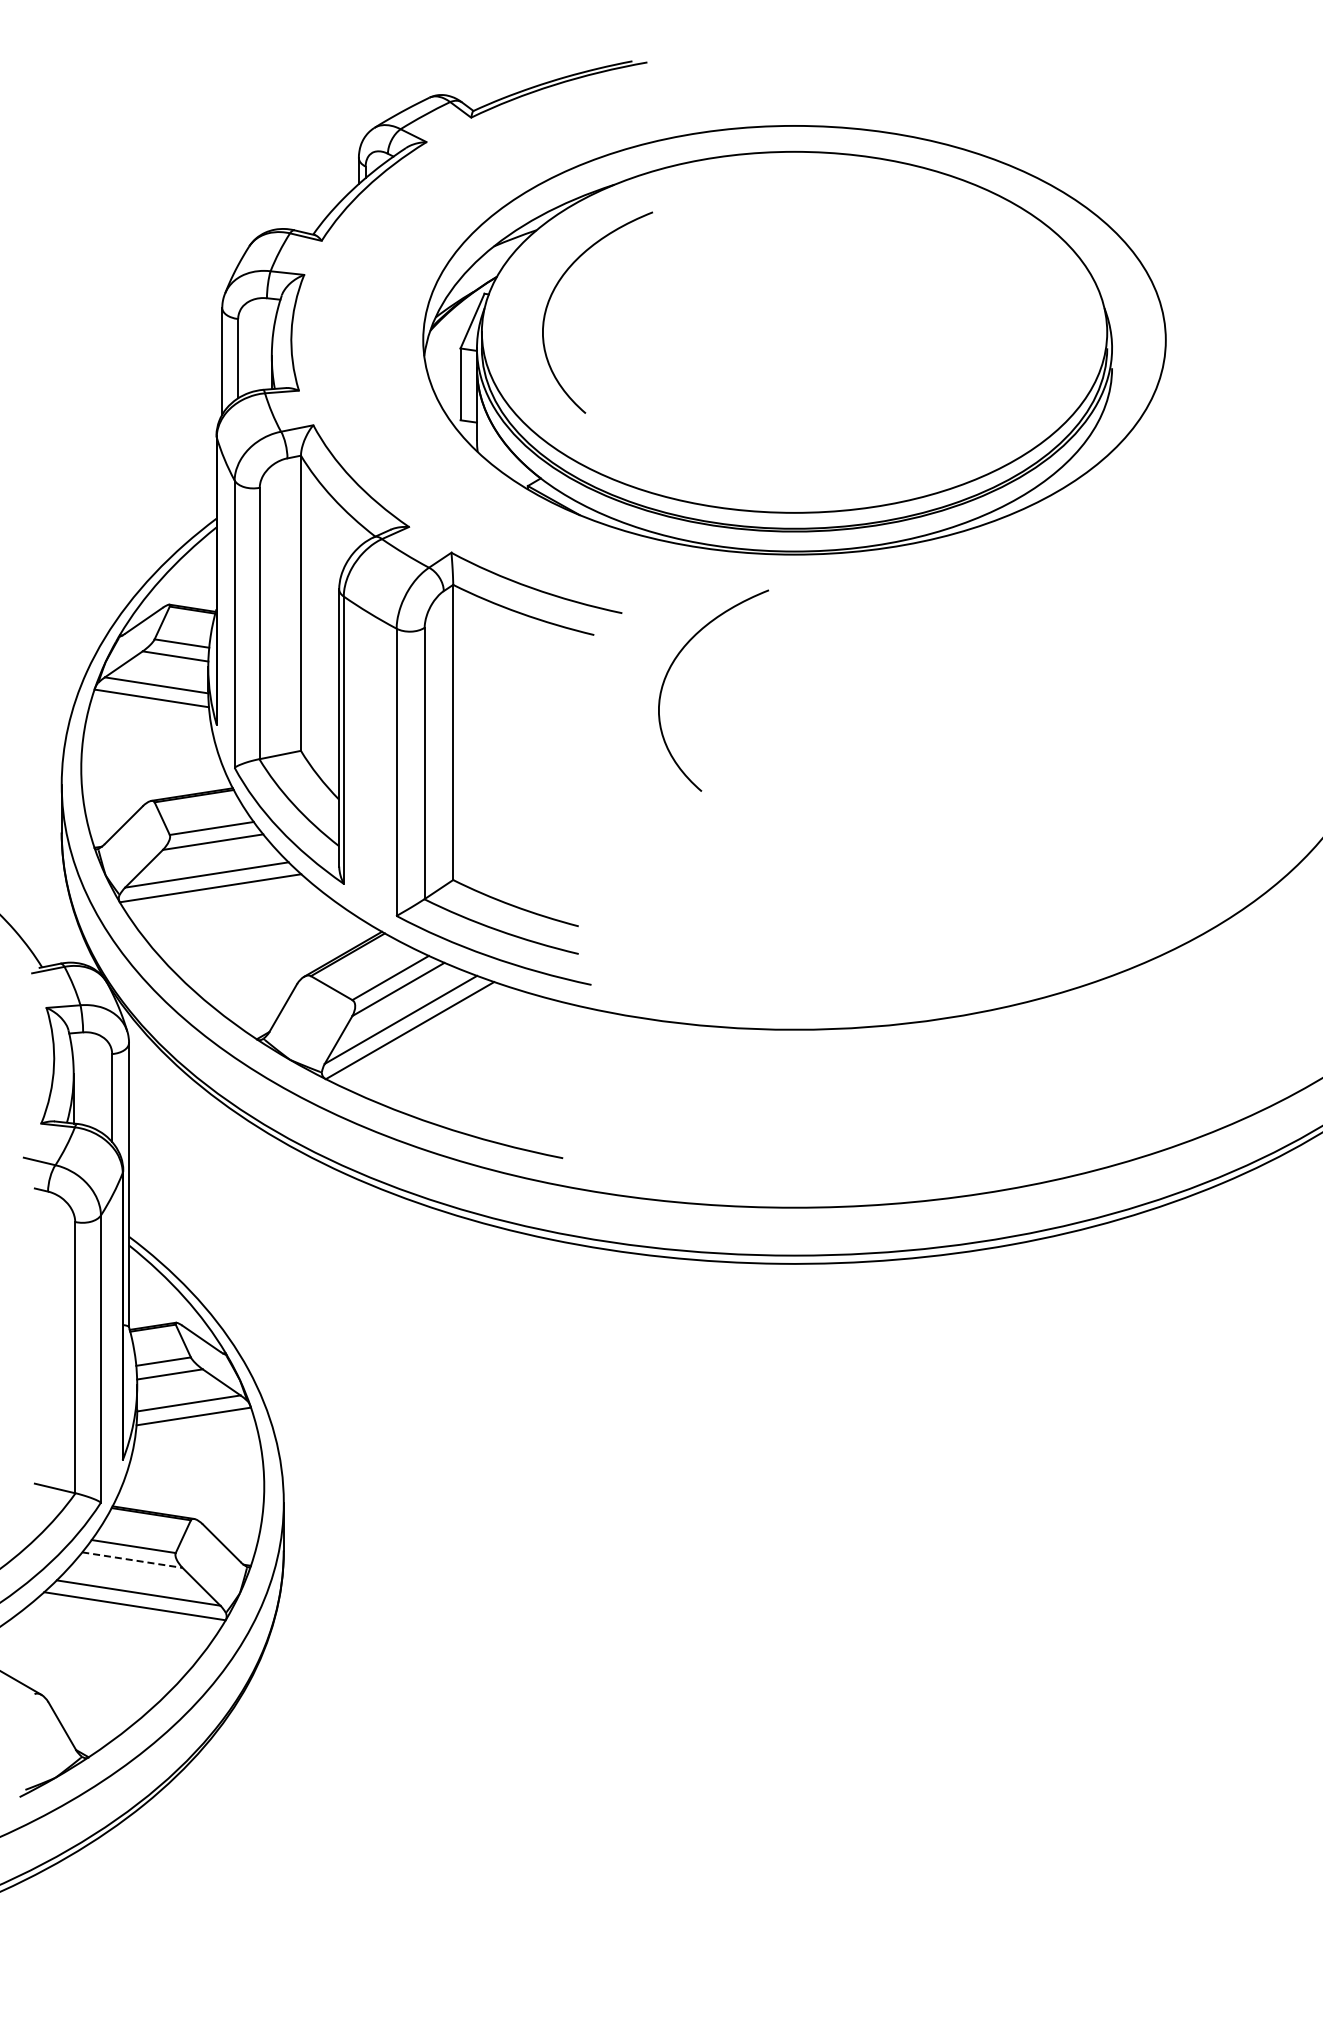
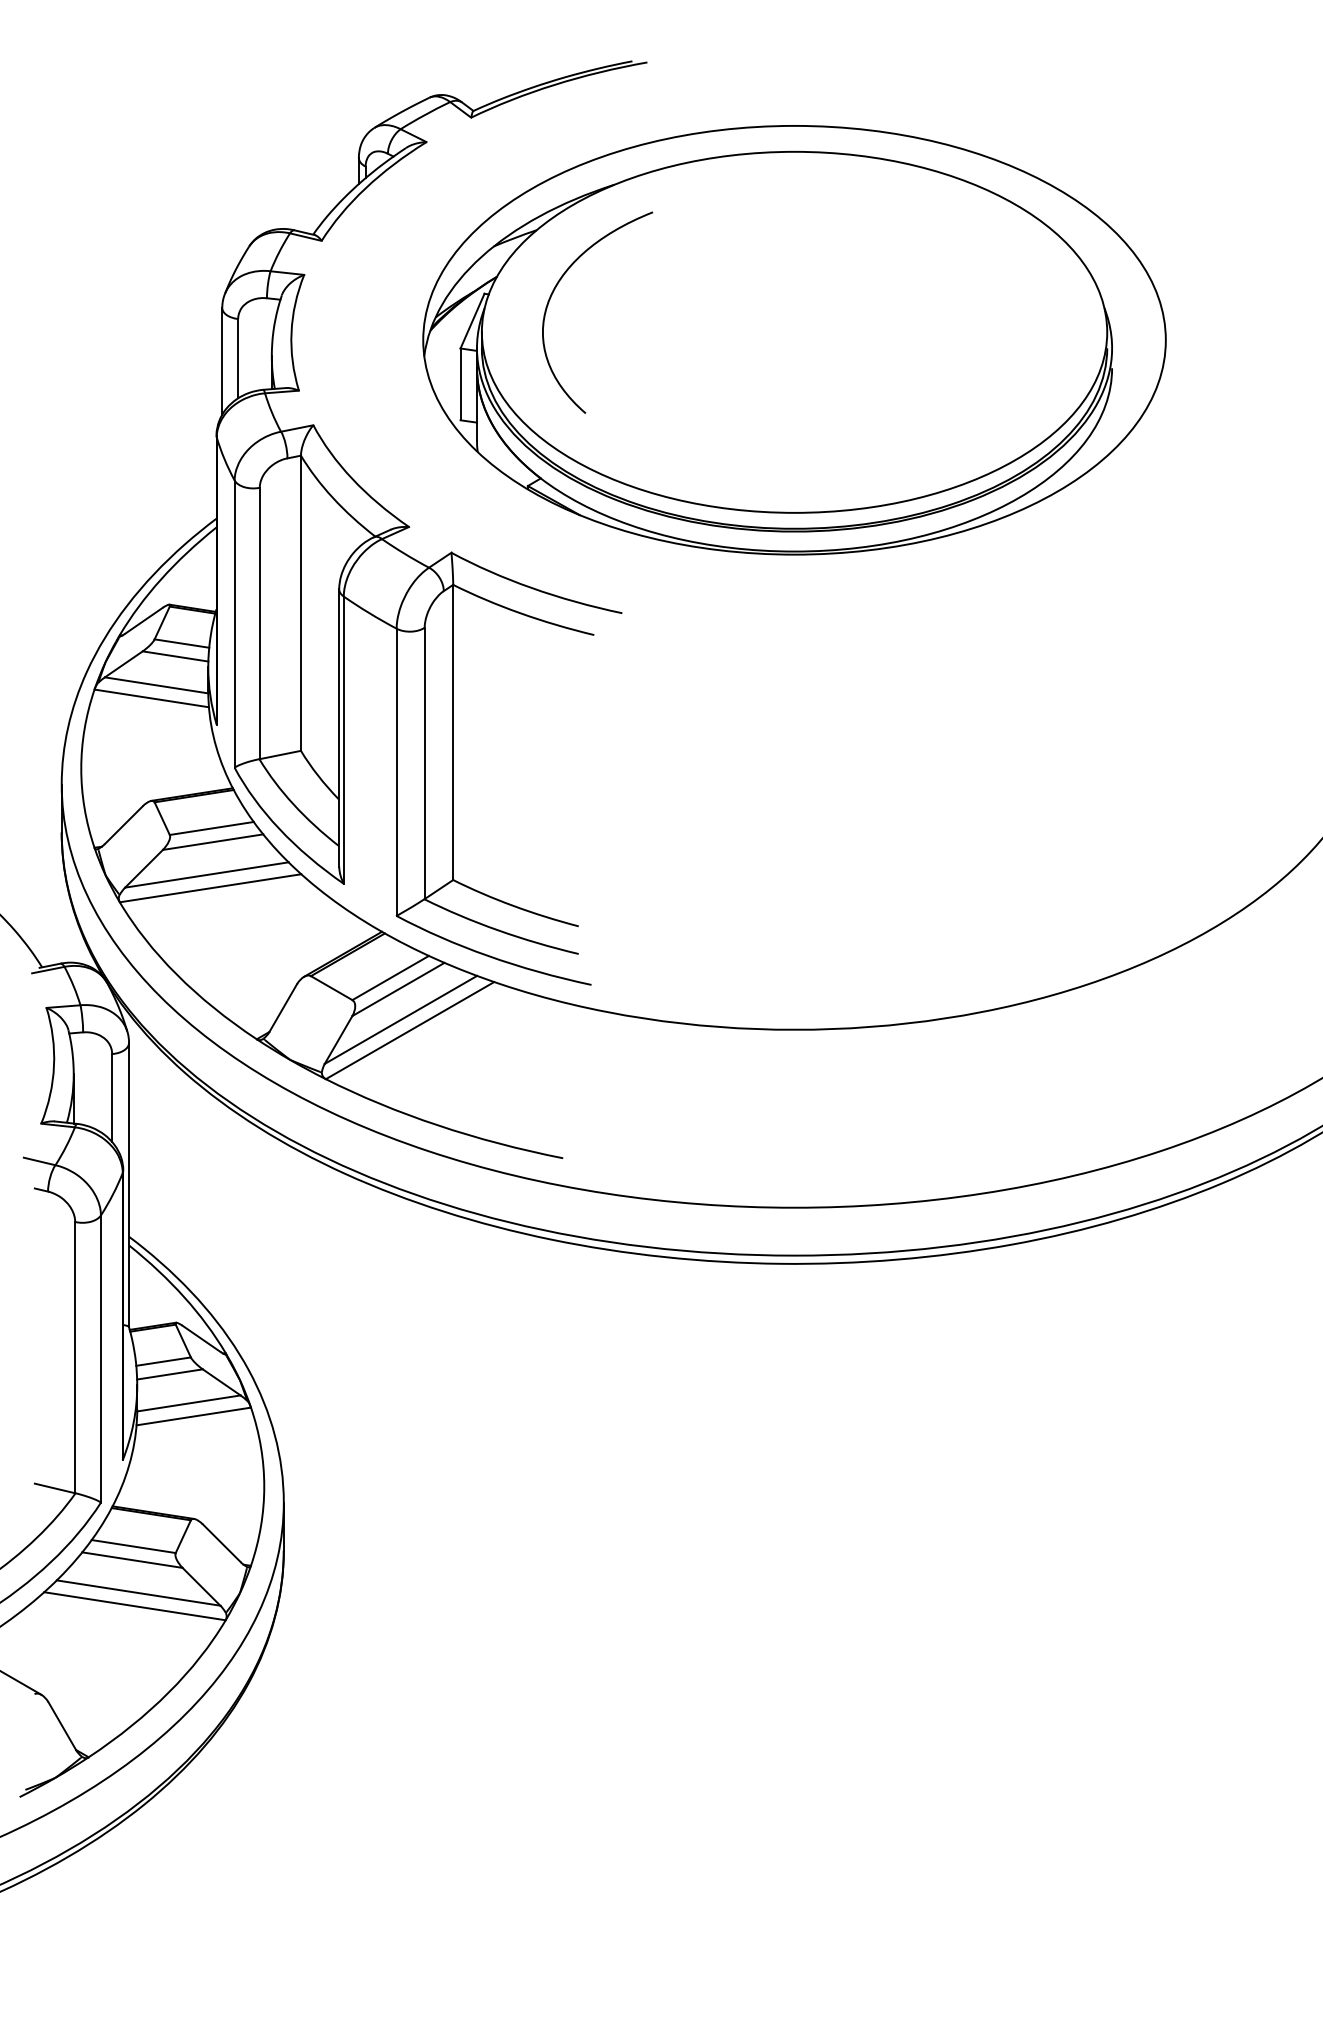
curve at (670, 669): present -> none
line at (132, 1560): dashed -> solid
